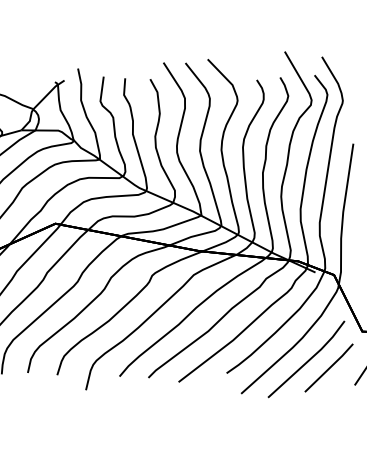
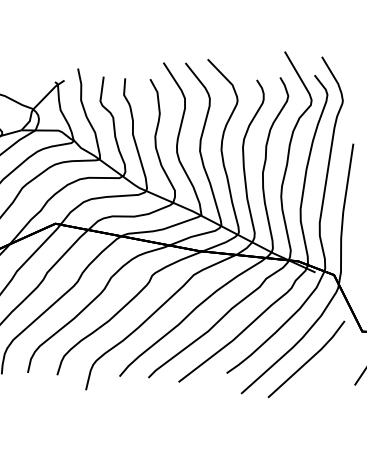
line at (328, 367): present -> none
